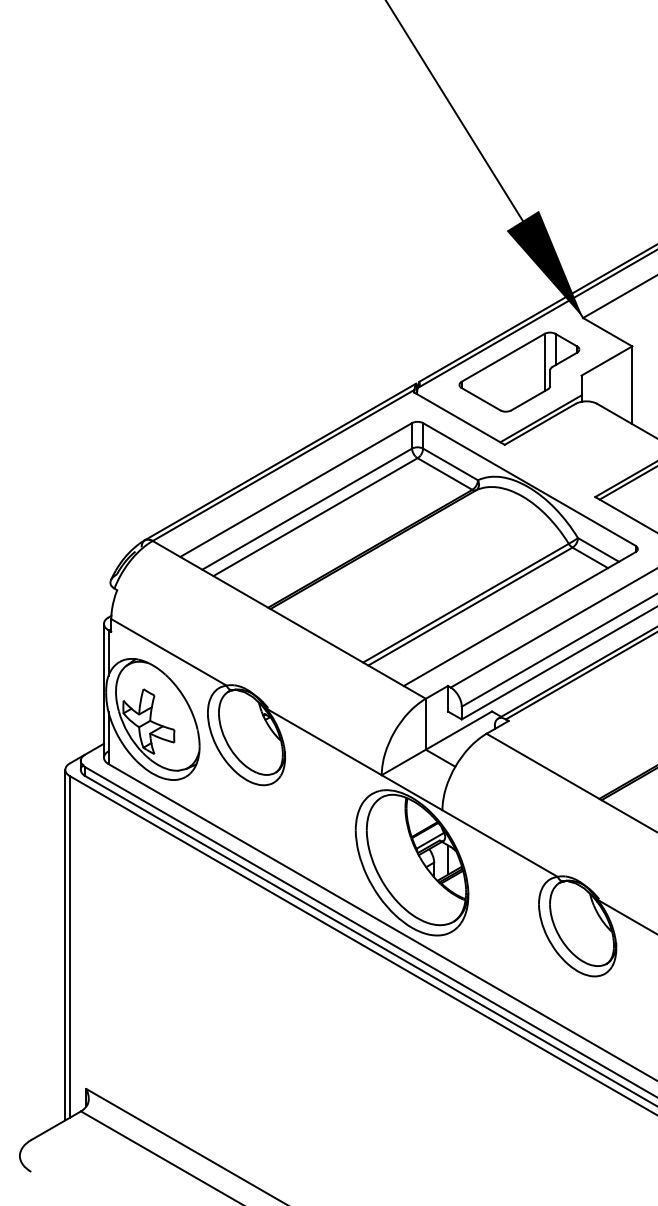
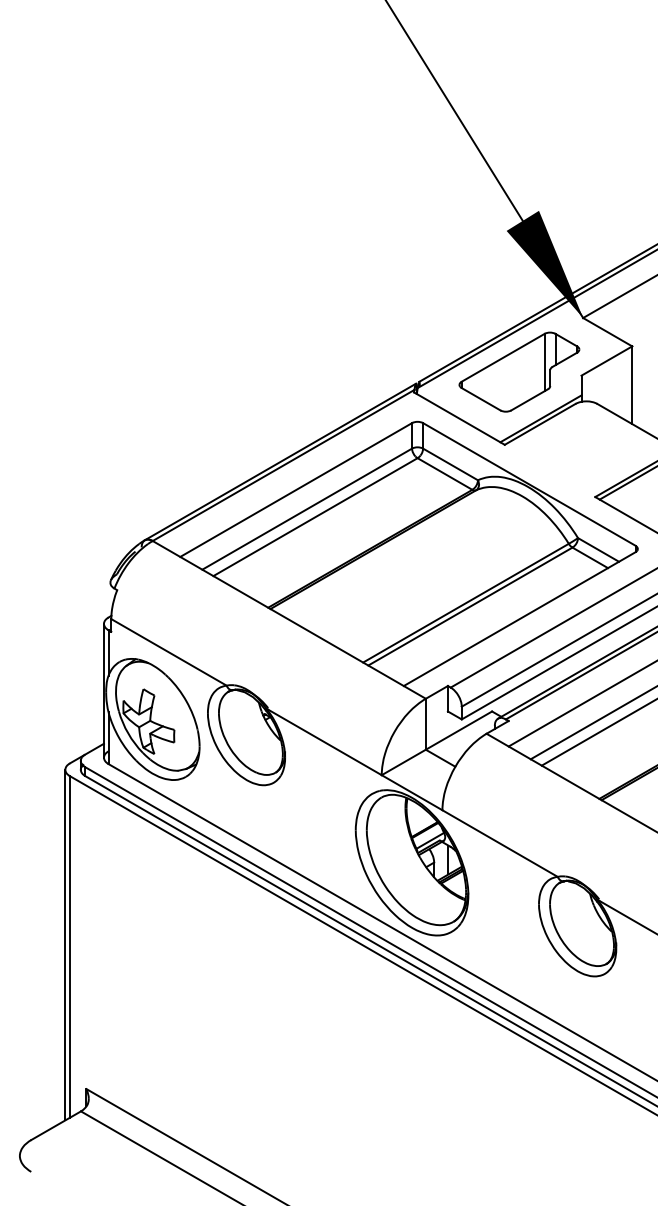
line at (581, 704): none -> present
line at (592, 723): none -> present
line at (597, 732): none -> present
